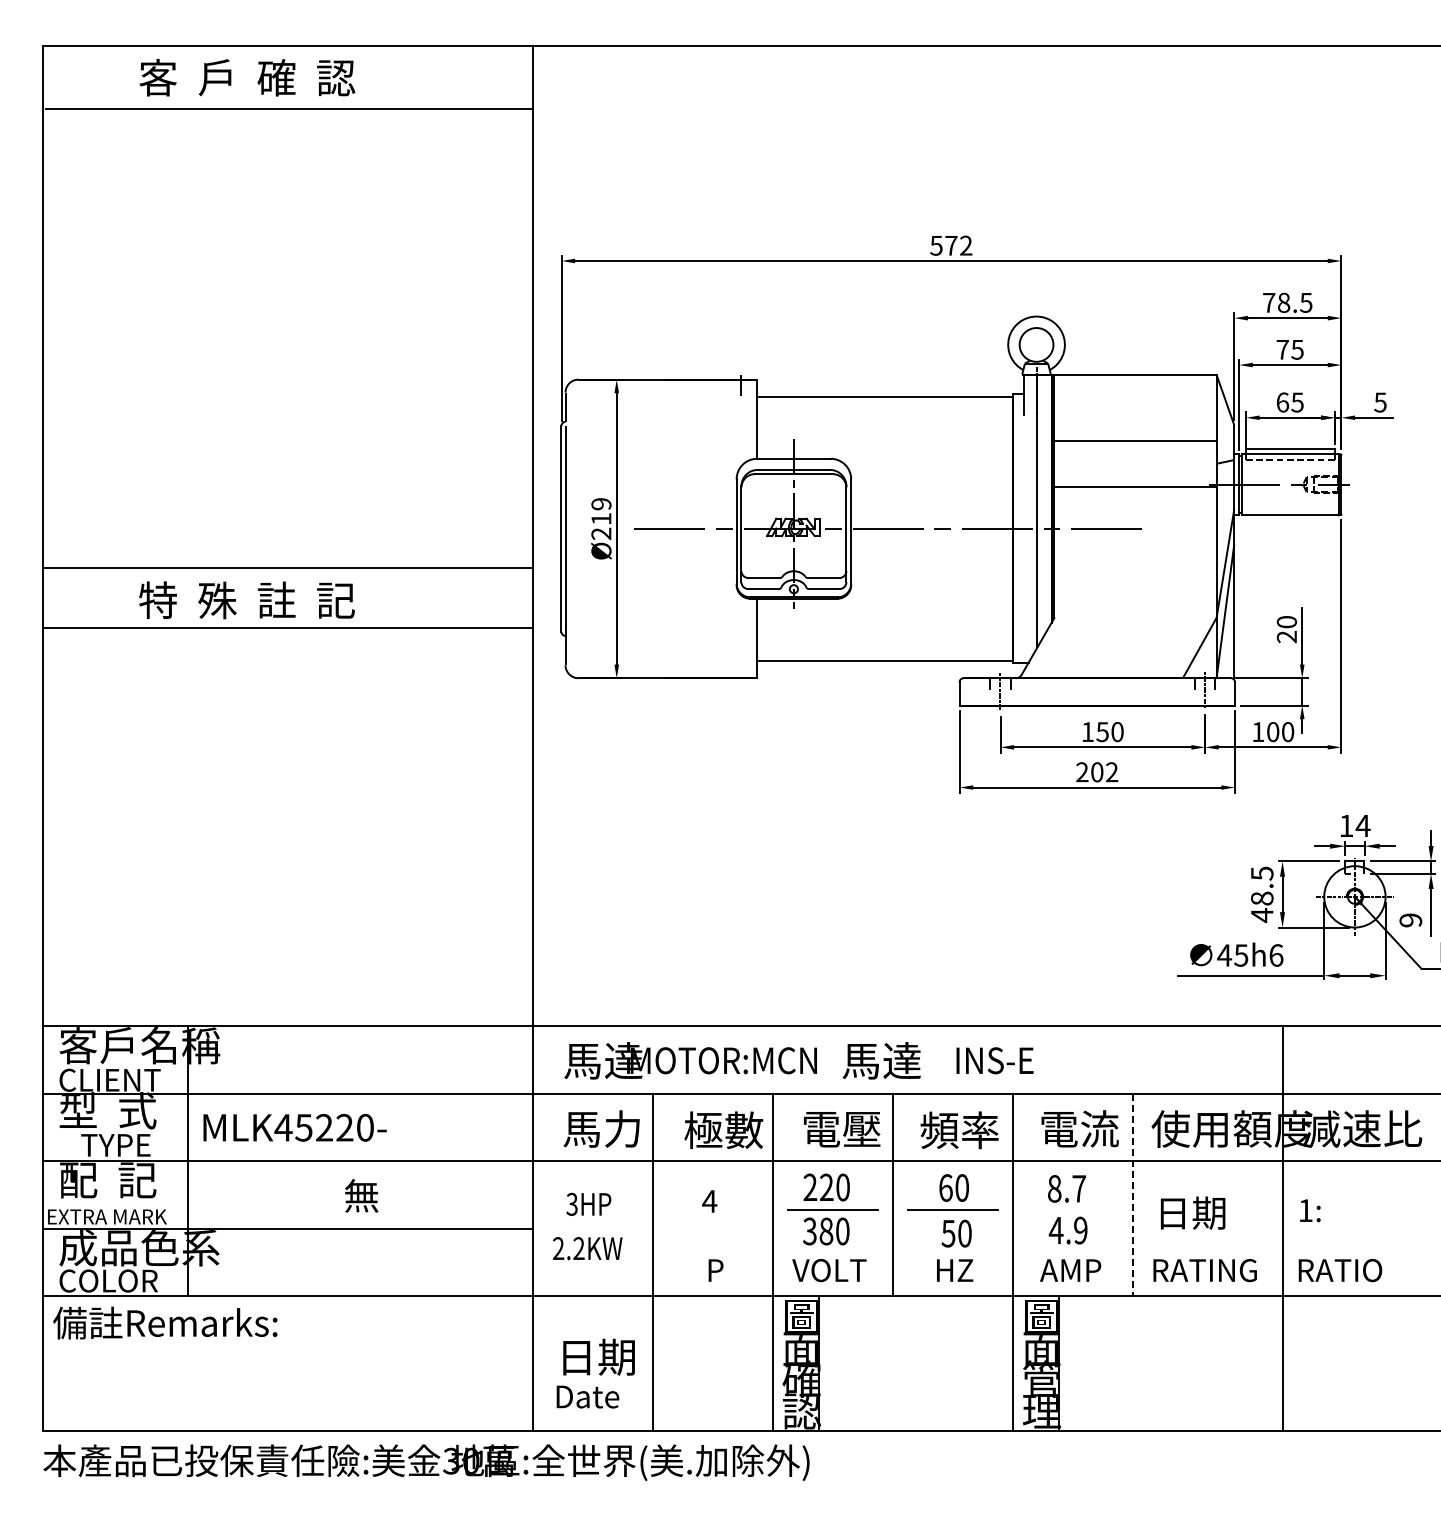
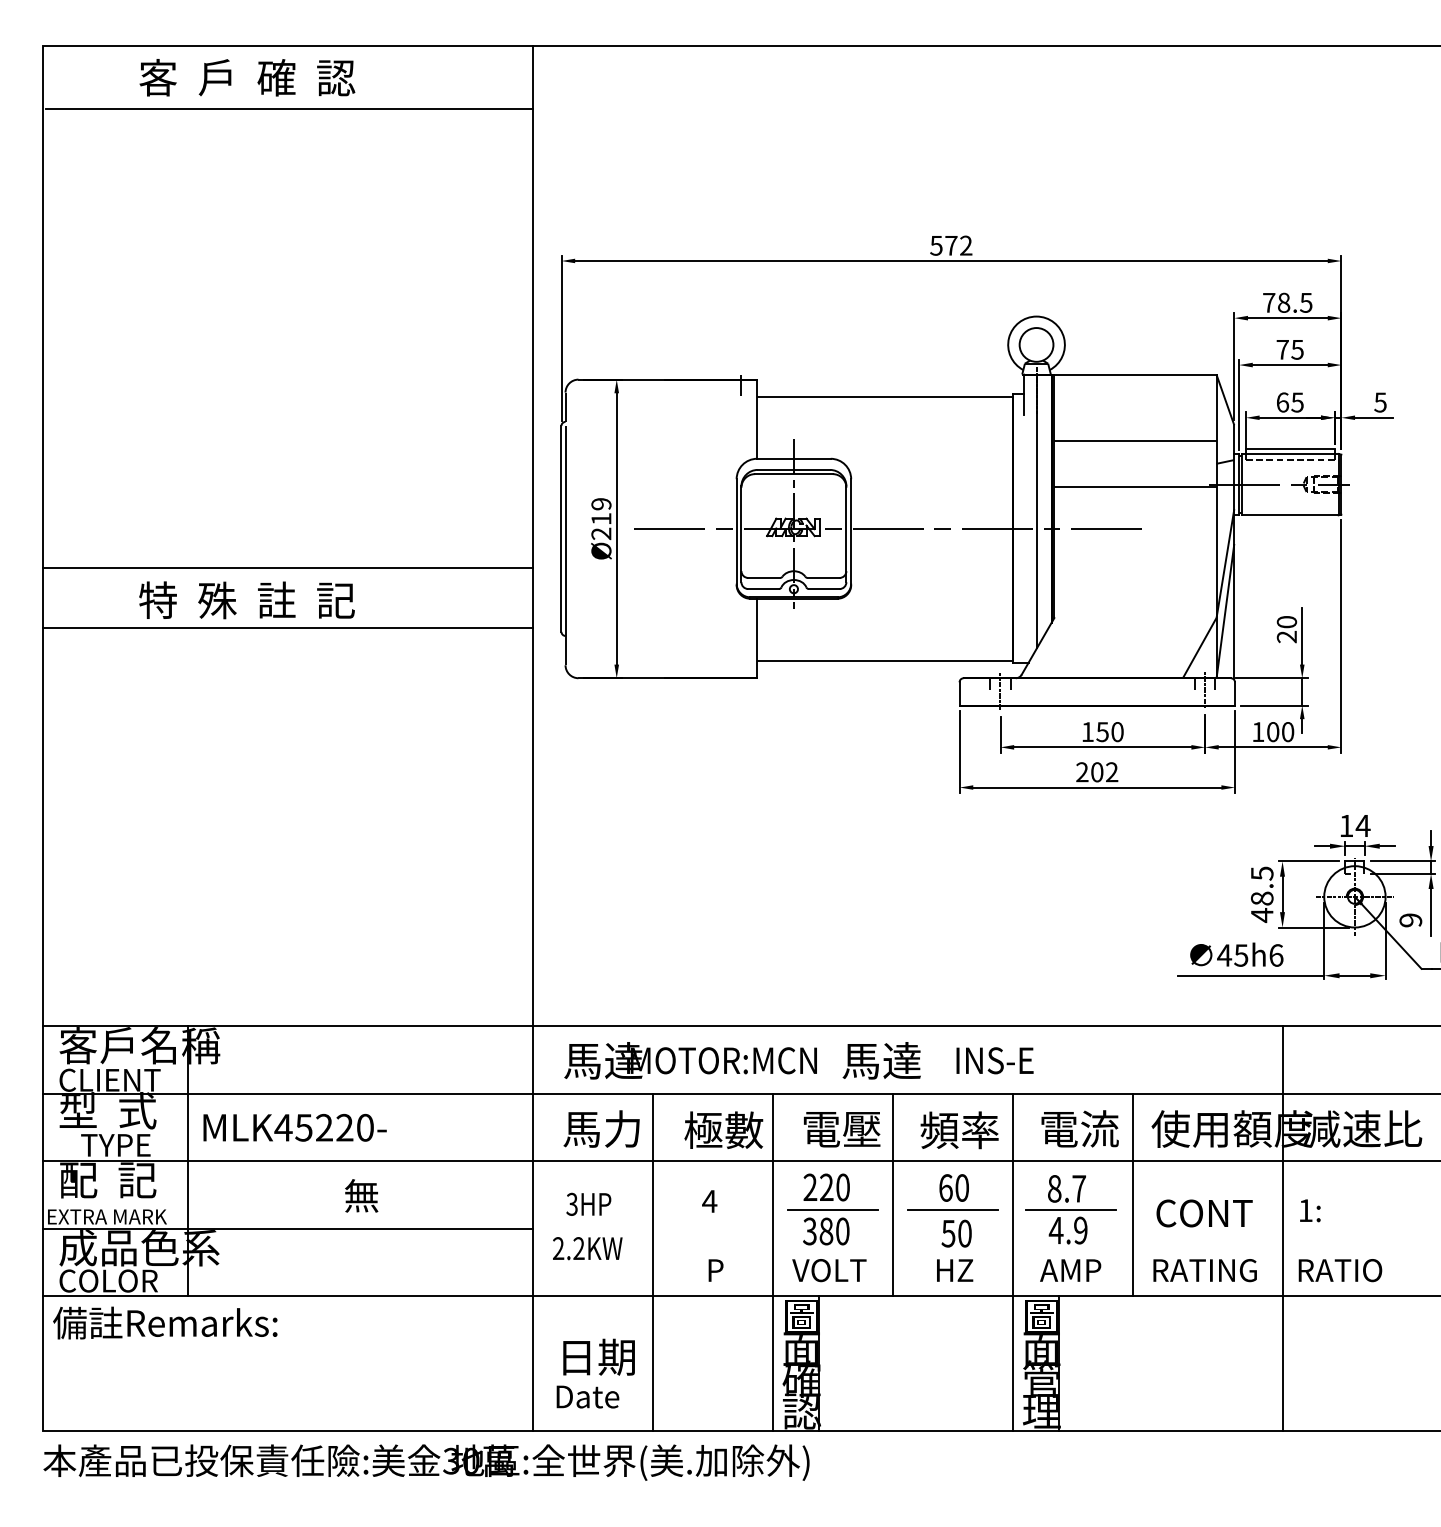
line at (1133, 1195): dashed -> solid
line at (1071, 1210): none -> present
text at (1204, 1212): 日期 -> CONT
